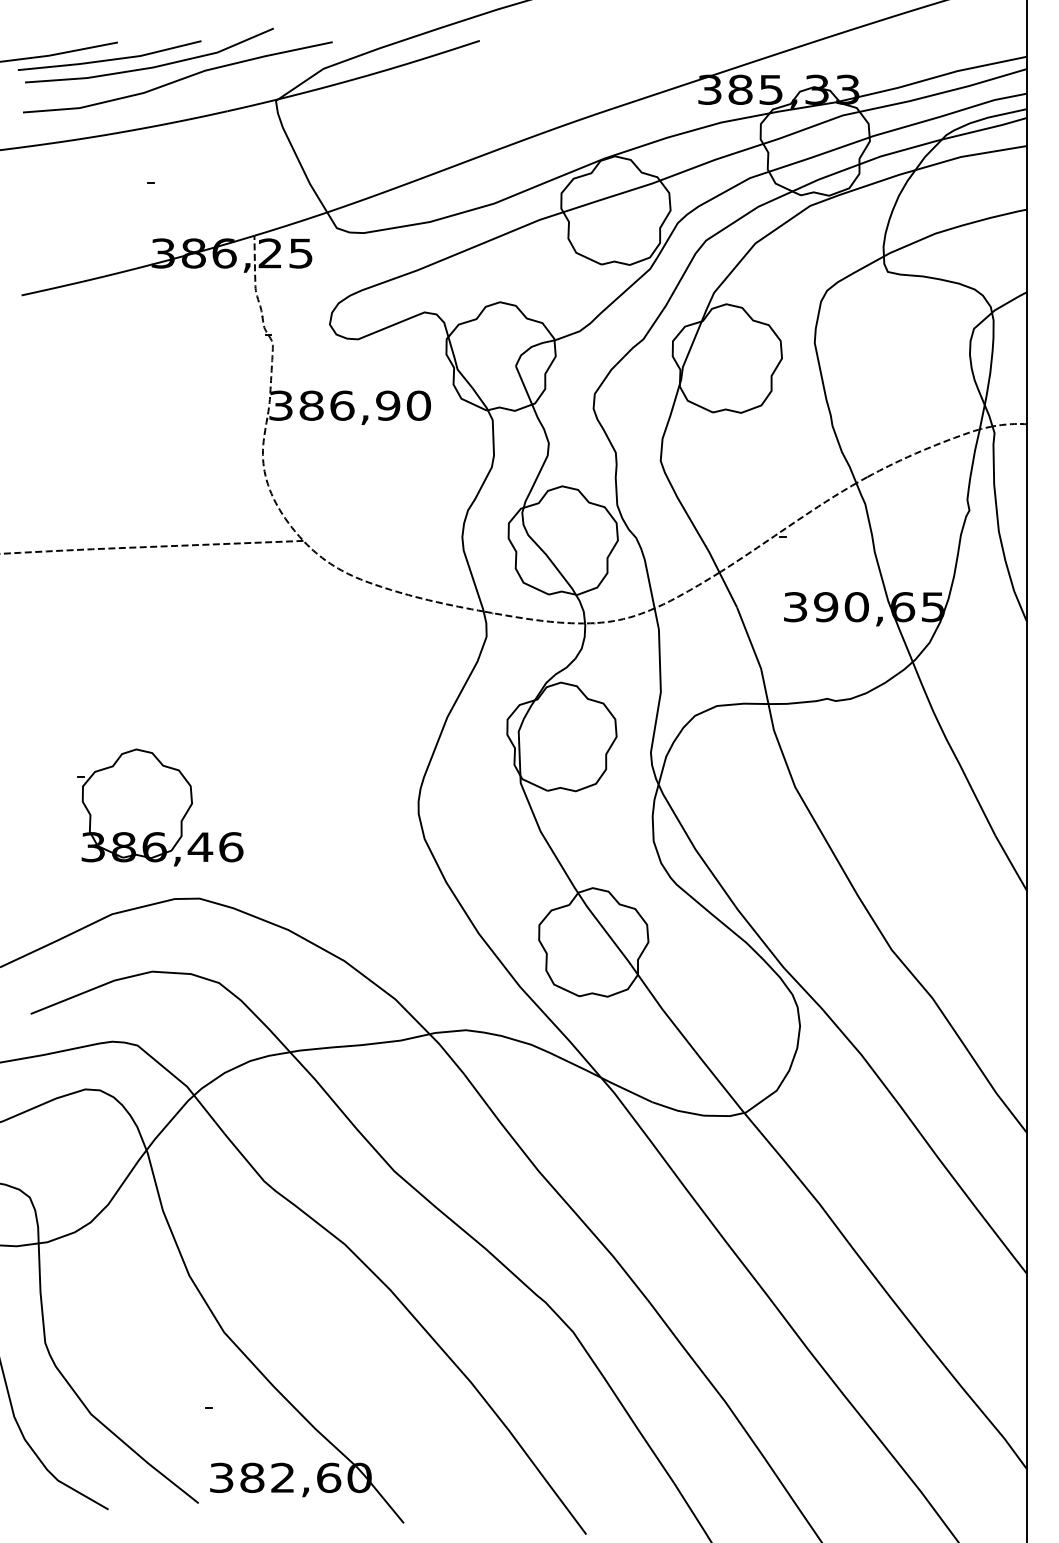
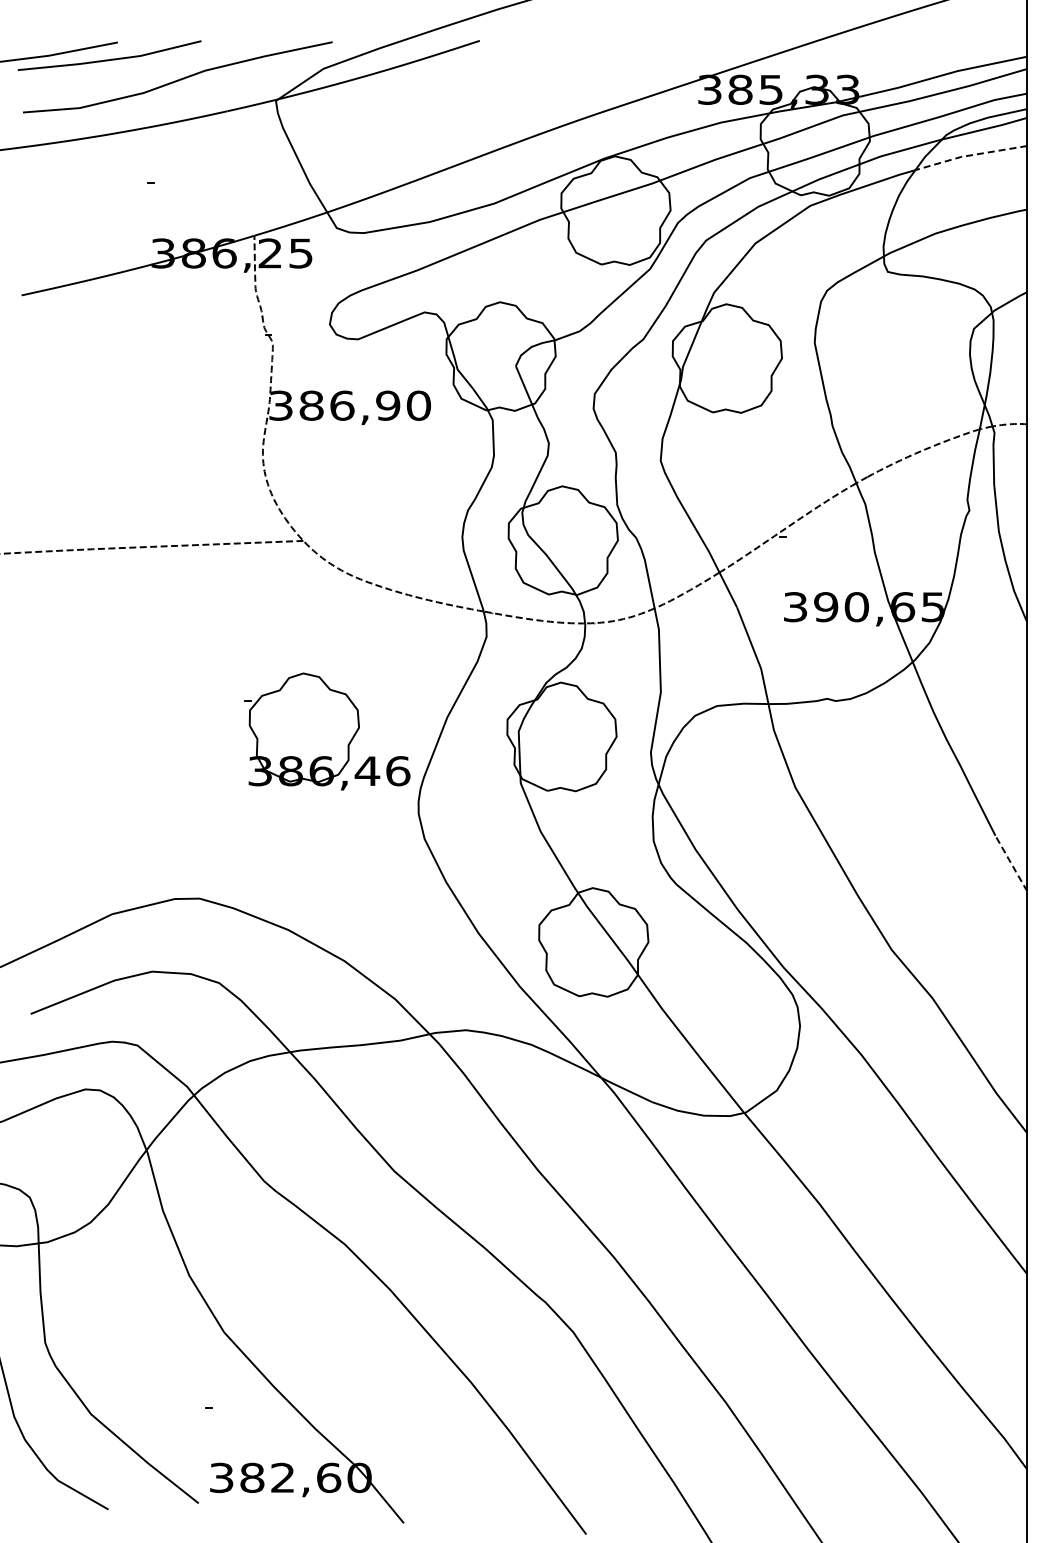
line at (151, 66): present -> none
line at (969, 155): solid -> dashed
part at (160, 807) position: (160, 807) -> (327, 731)
line at (1011, 864): solid -> dashed
